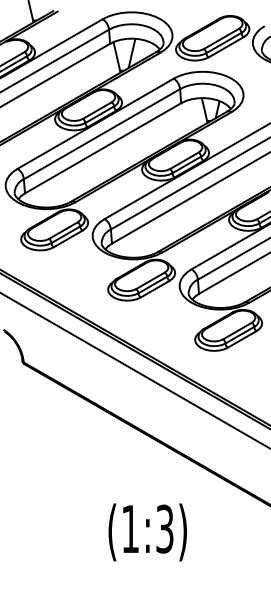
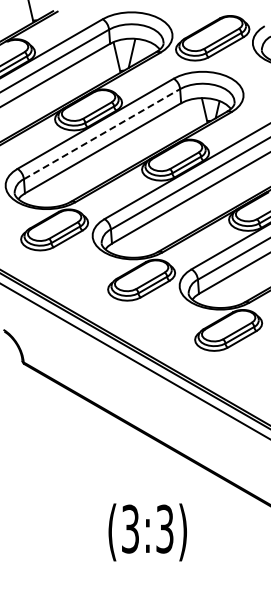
line at (102, 133): solid -> dashed
line at (134, 370) position: (134, 370) -> (134, 361)
text at (130, 528): (1:3) -> (3:3)
